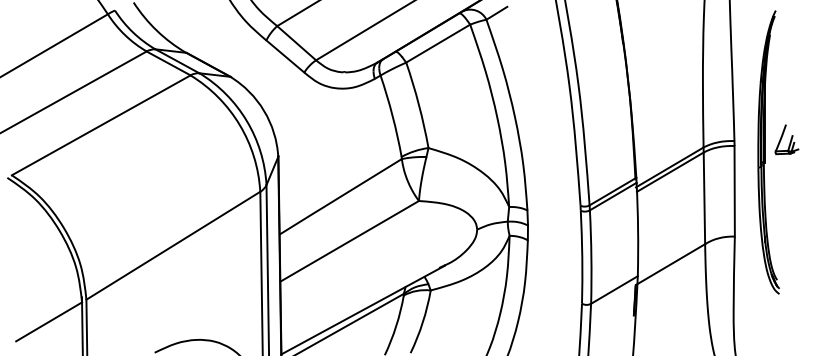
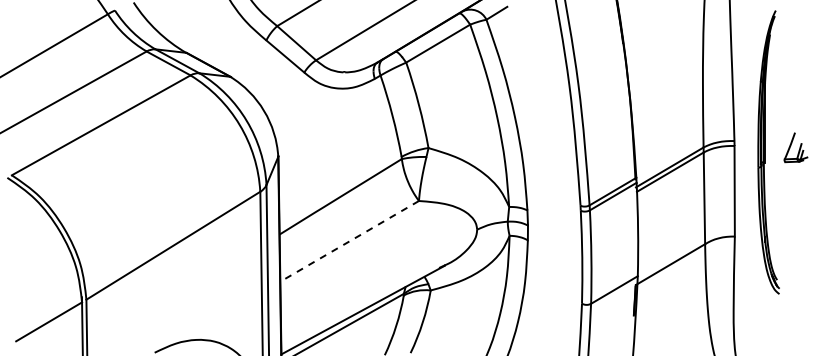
part at (786, 139) position: (786, 139) -> (795, 147)
line at (349, 241): solid -> dashed
